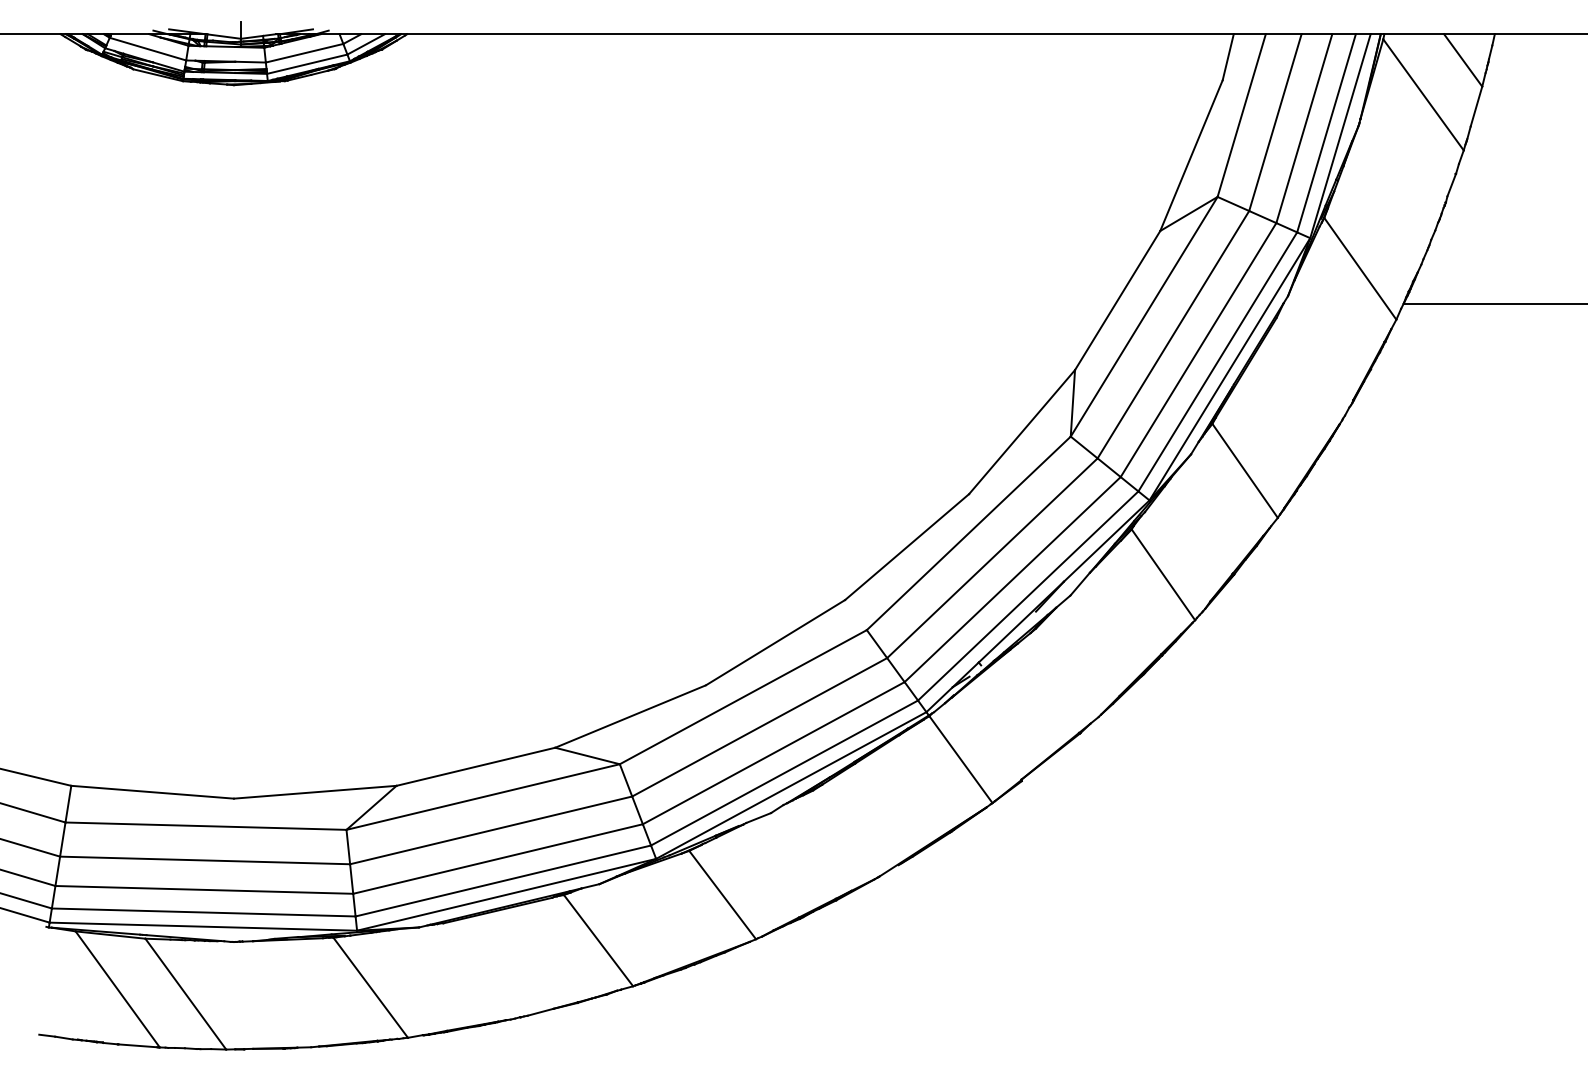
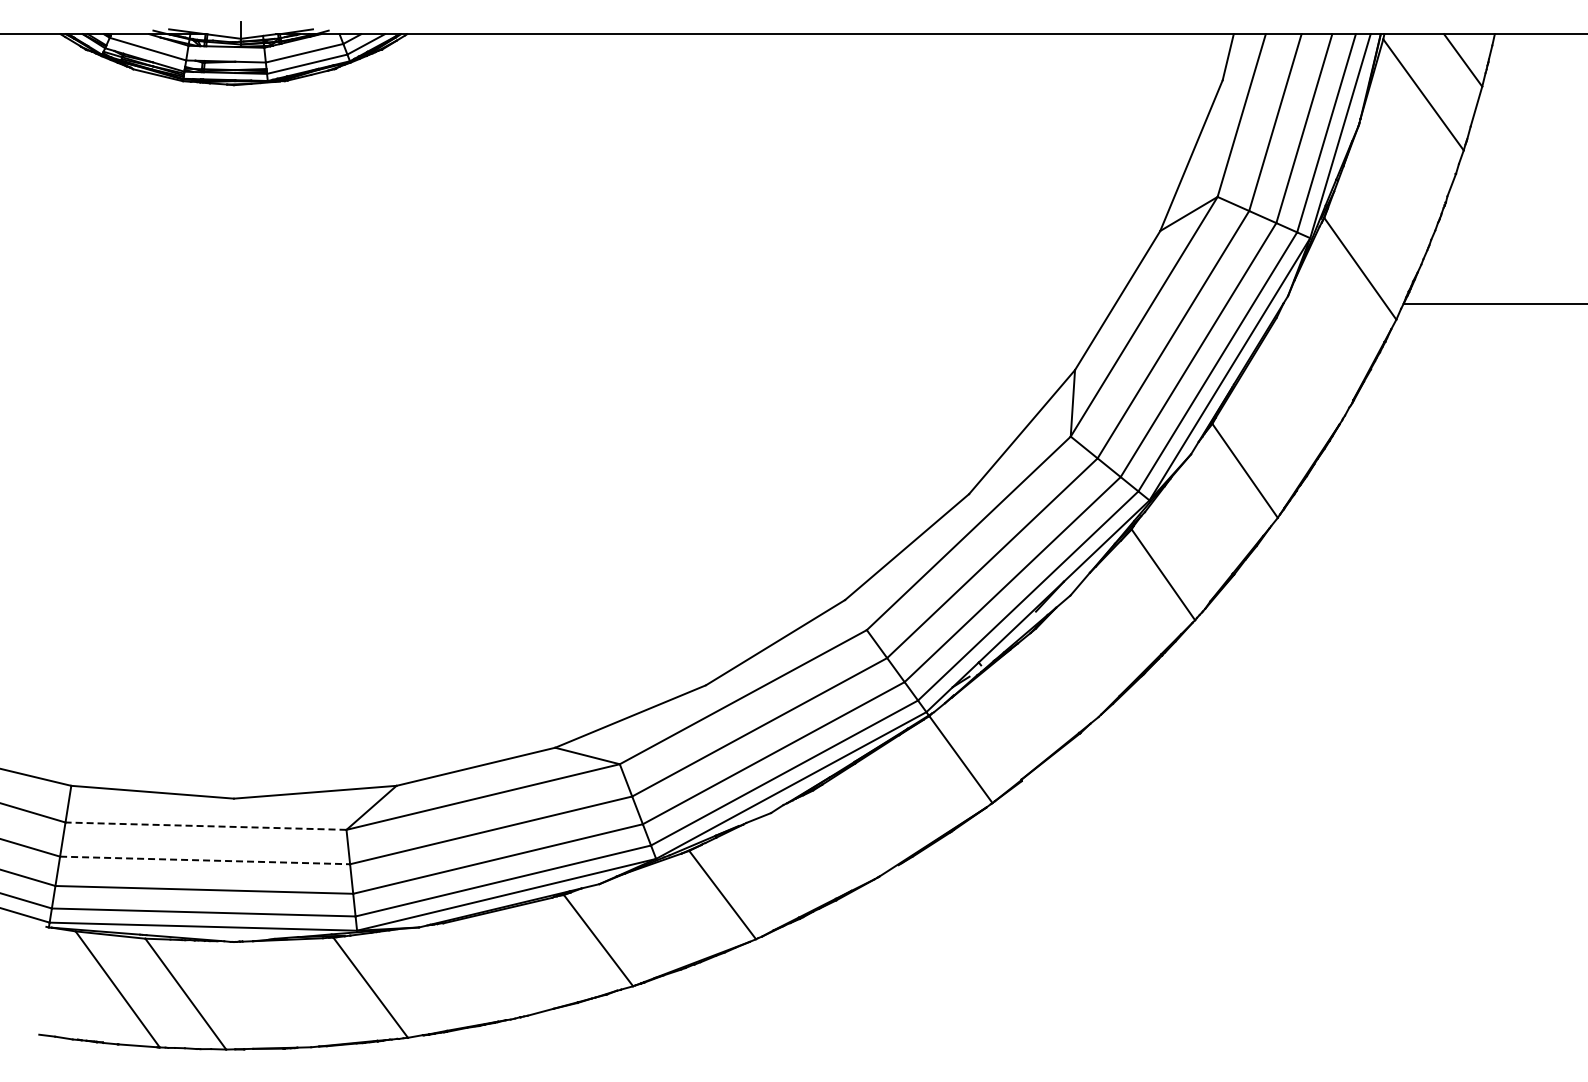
line at (206, 826): solid -> dashed
line at (205, 860): solid -> dashed
